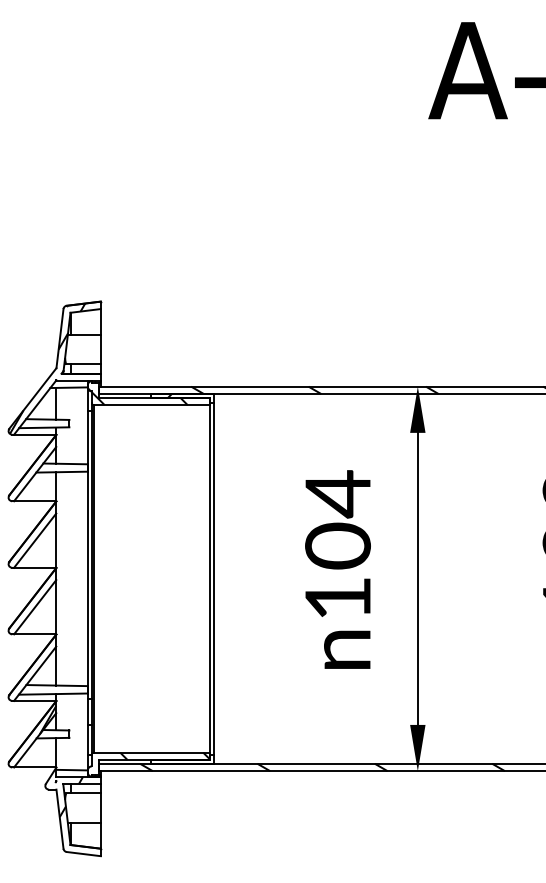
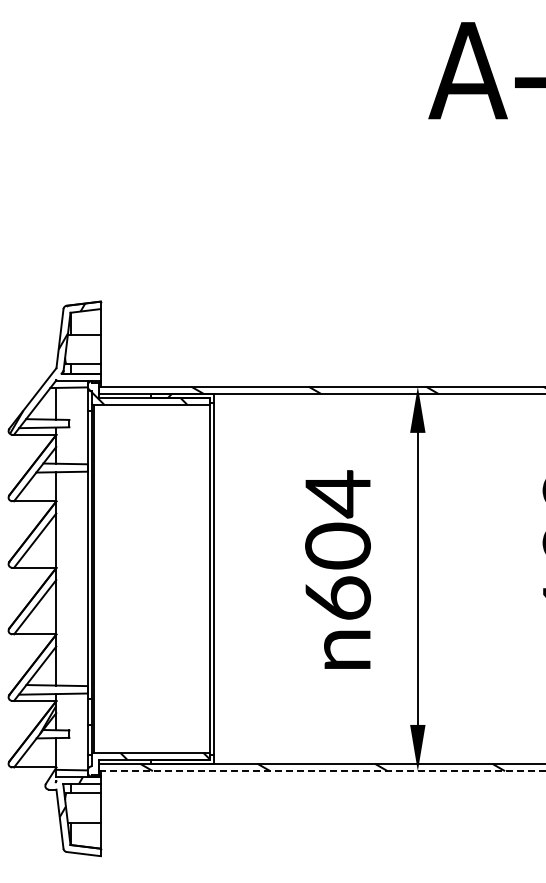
text at (338, 597): 104 -> 604
line at (322, 771): solid -> dashed
